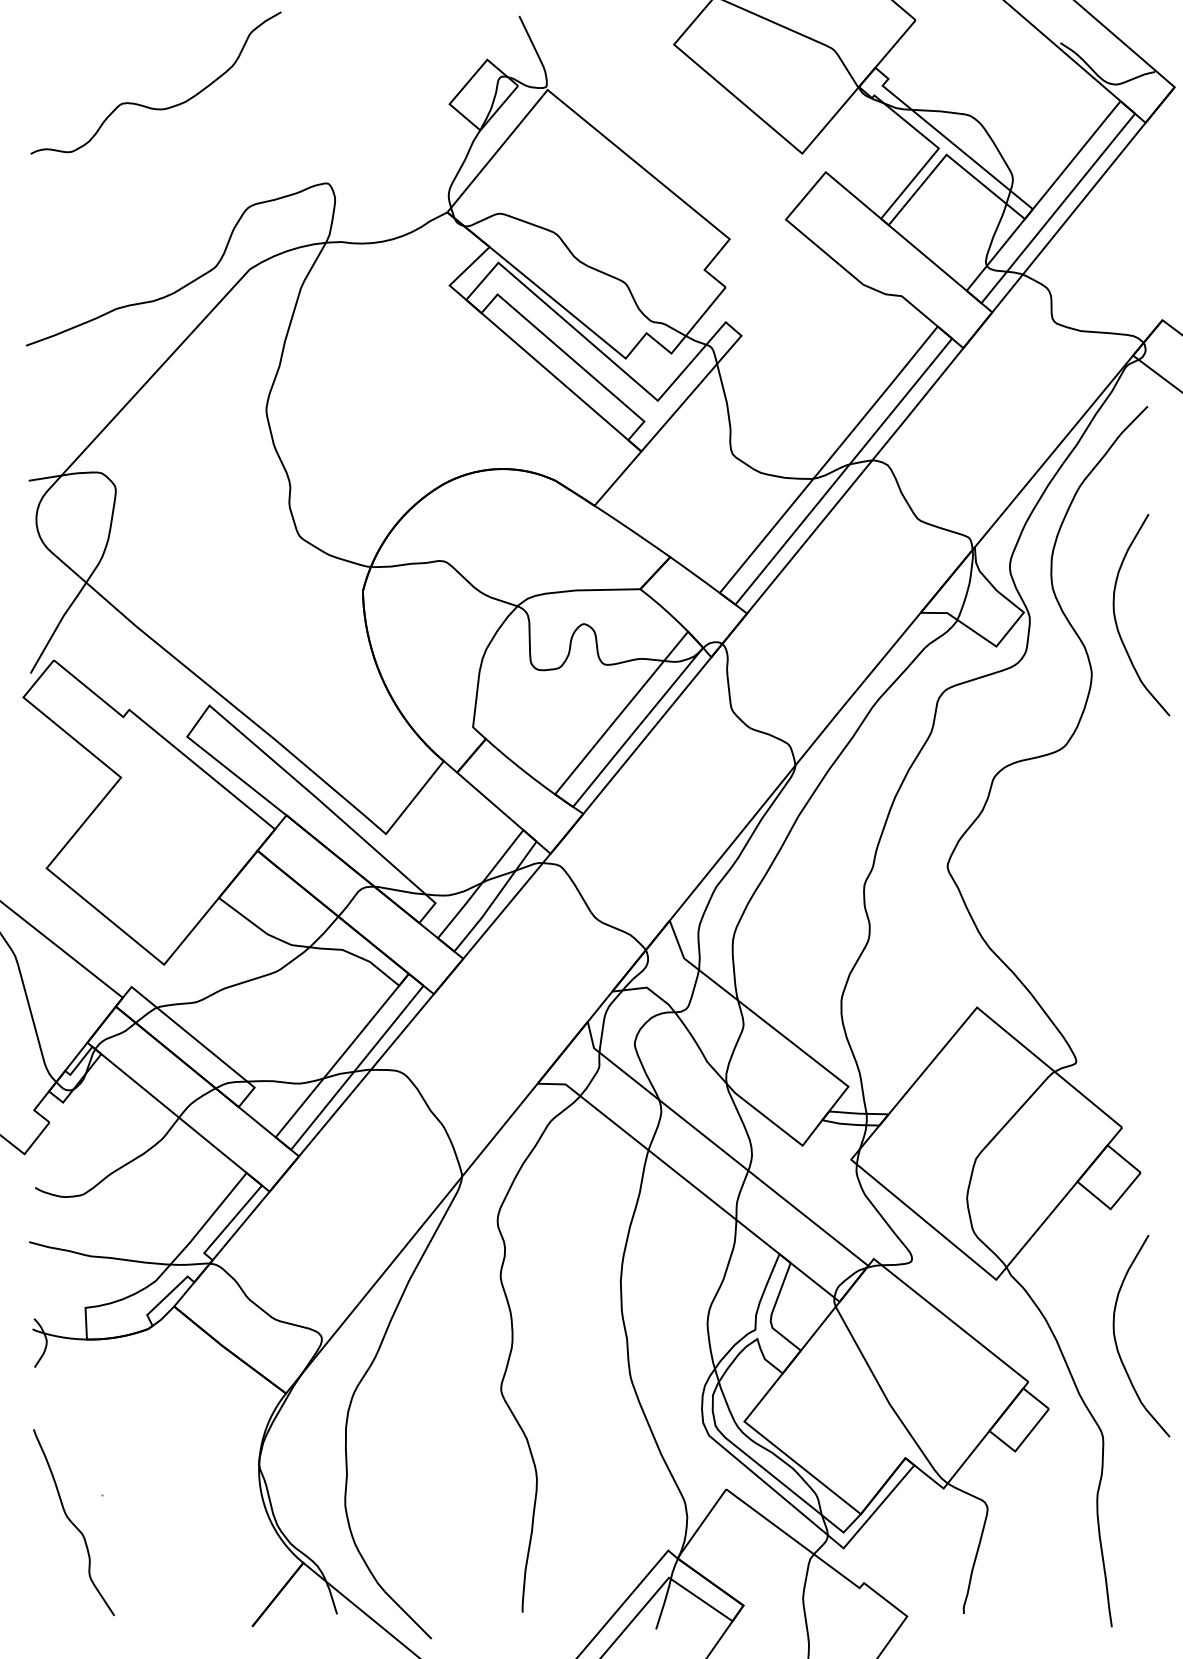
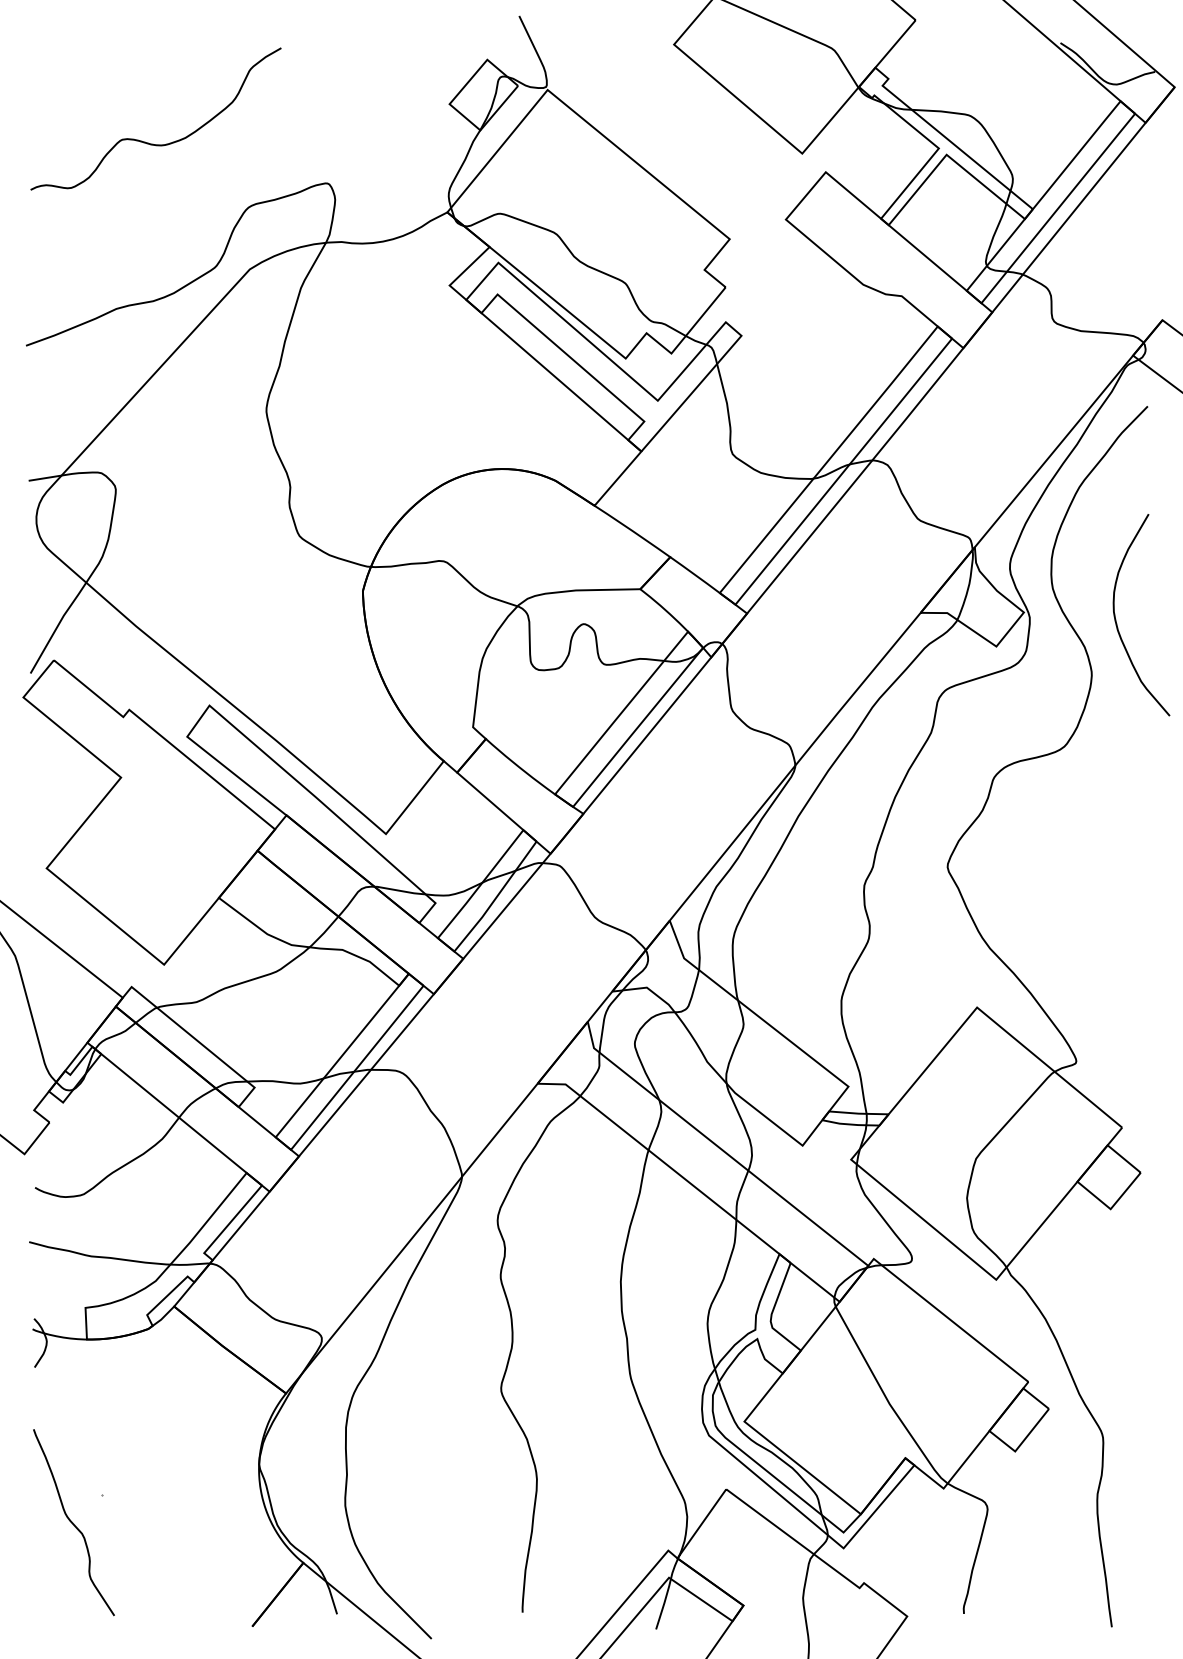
curve at (148, 106) position: (148, 106) -> (148, 142)
curve at (1117, 1344): present -> none
